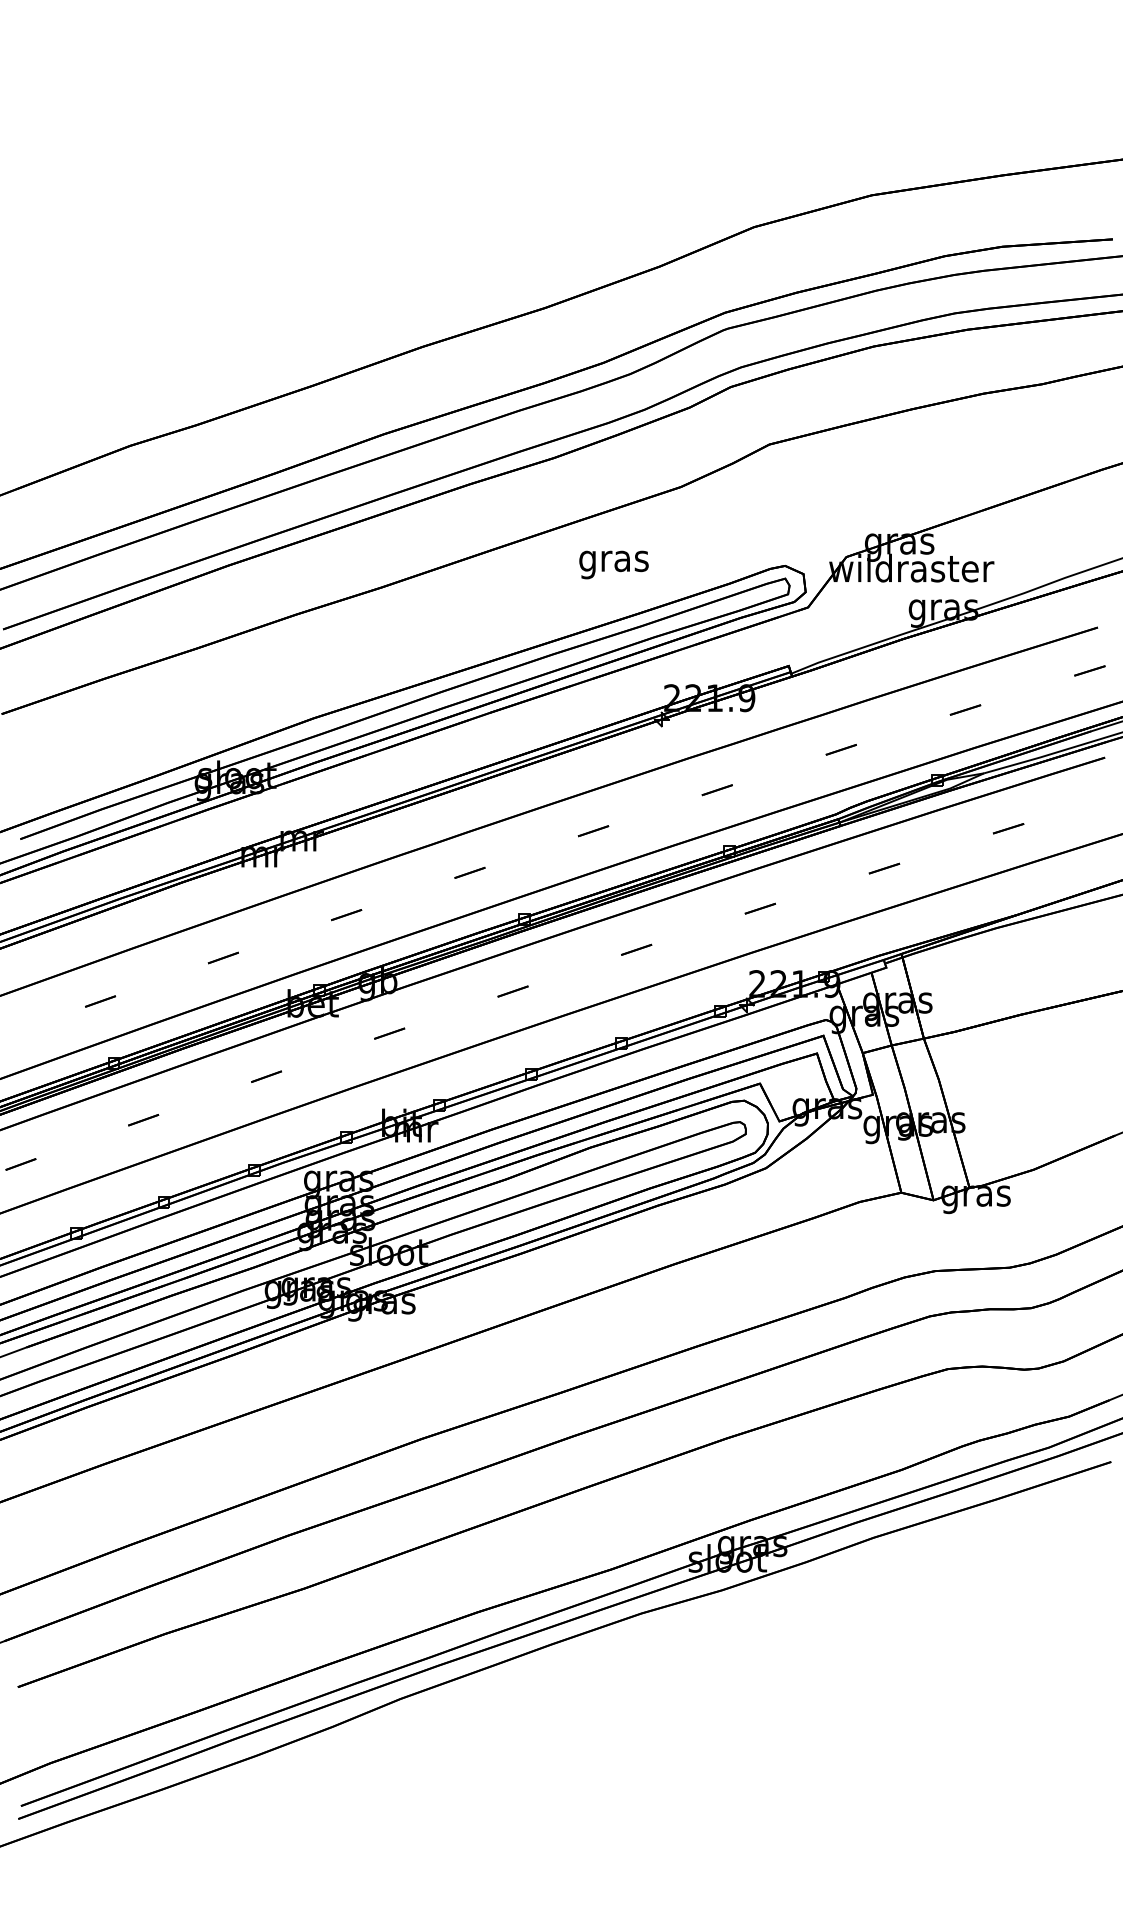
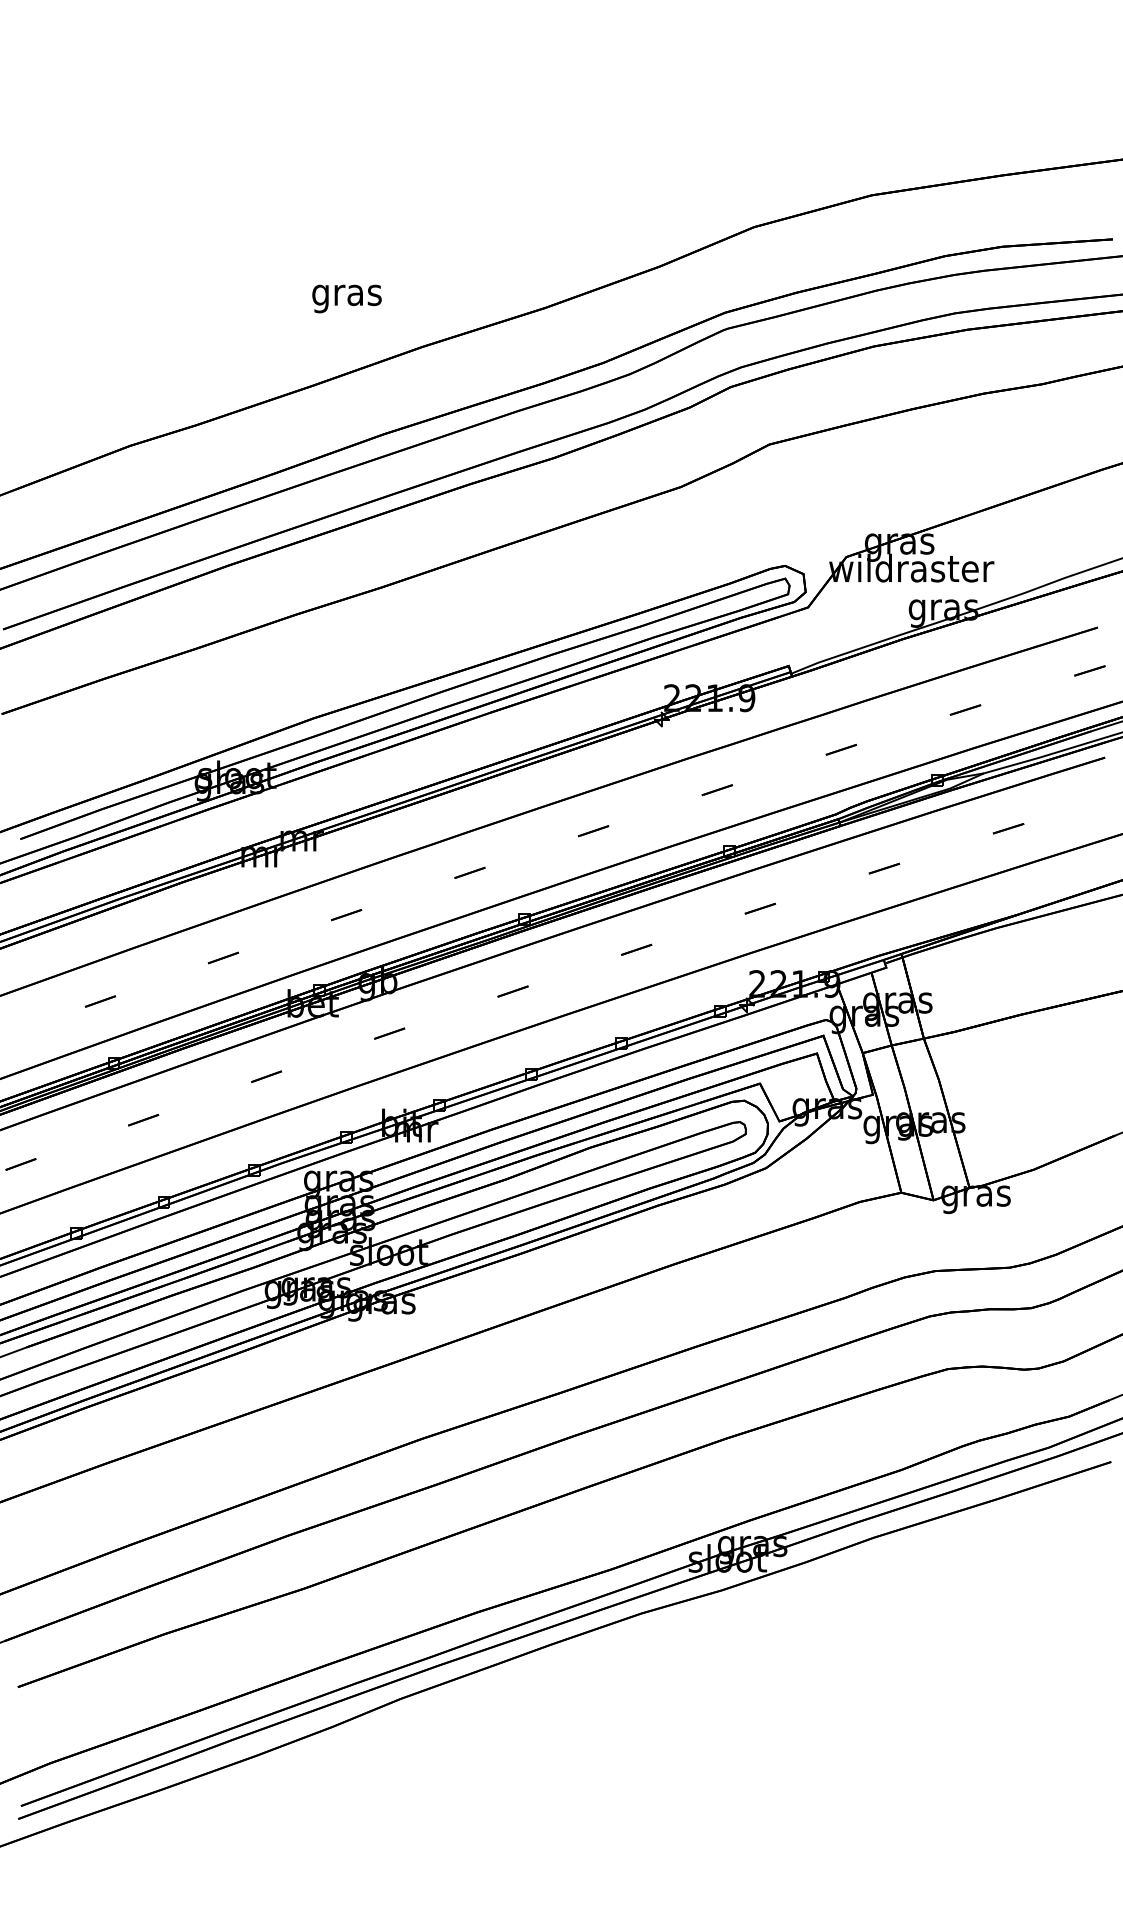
text at (613, 564) position: (613, 564) -> (346, 298)
